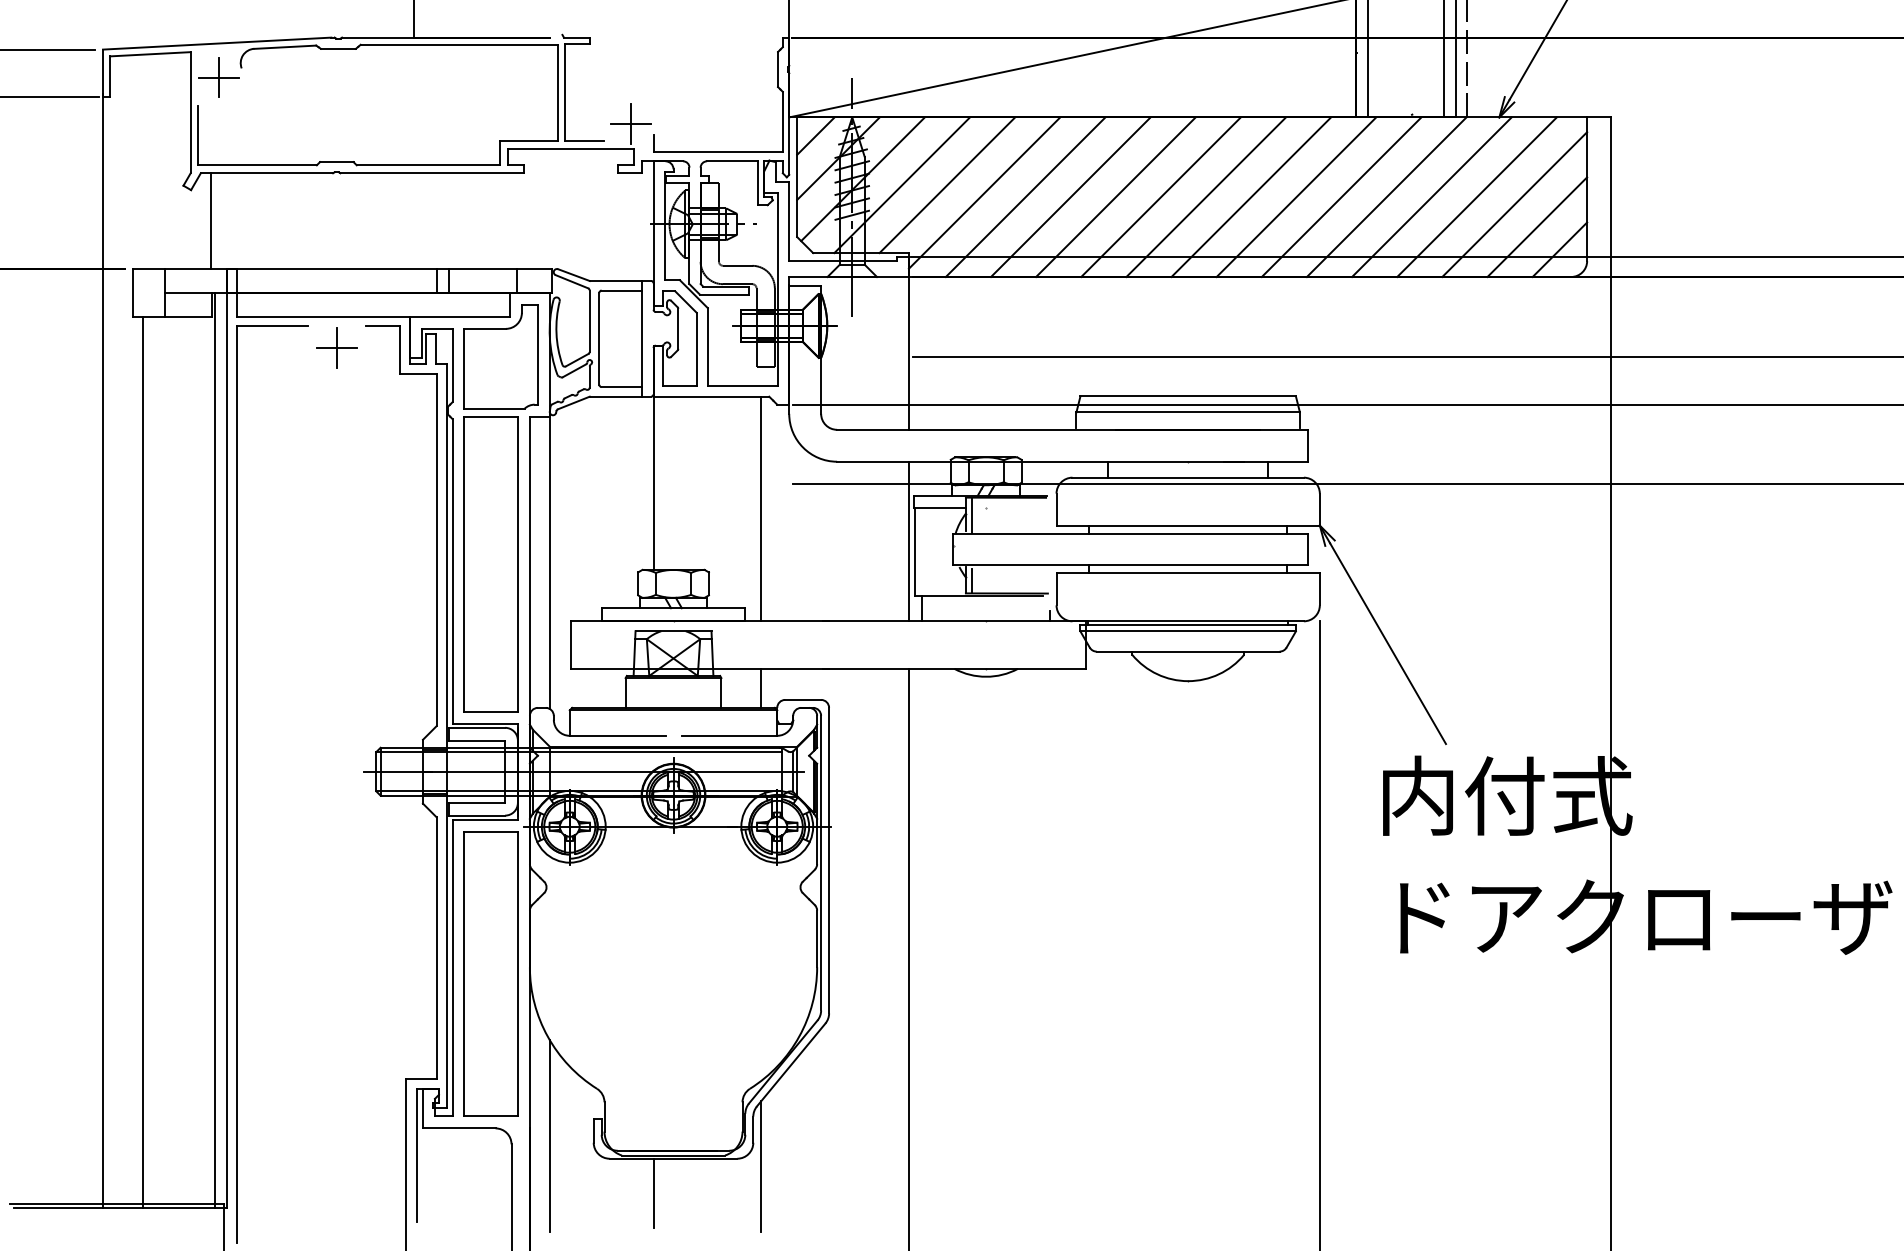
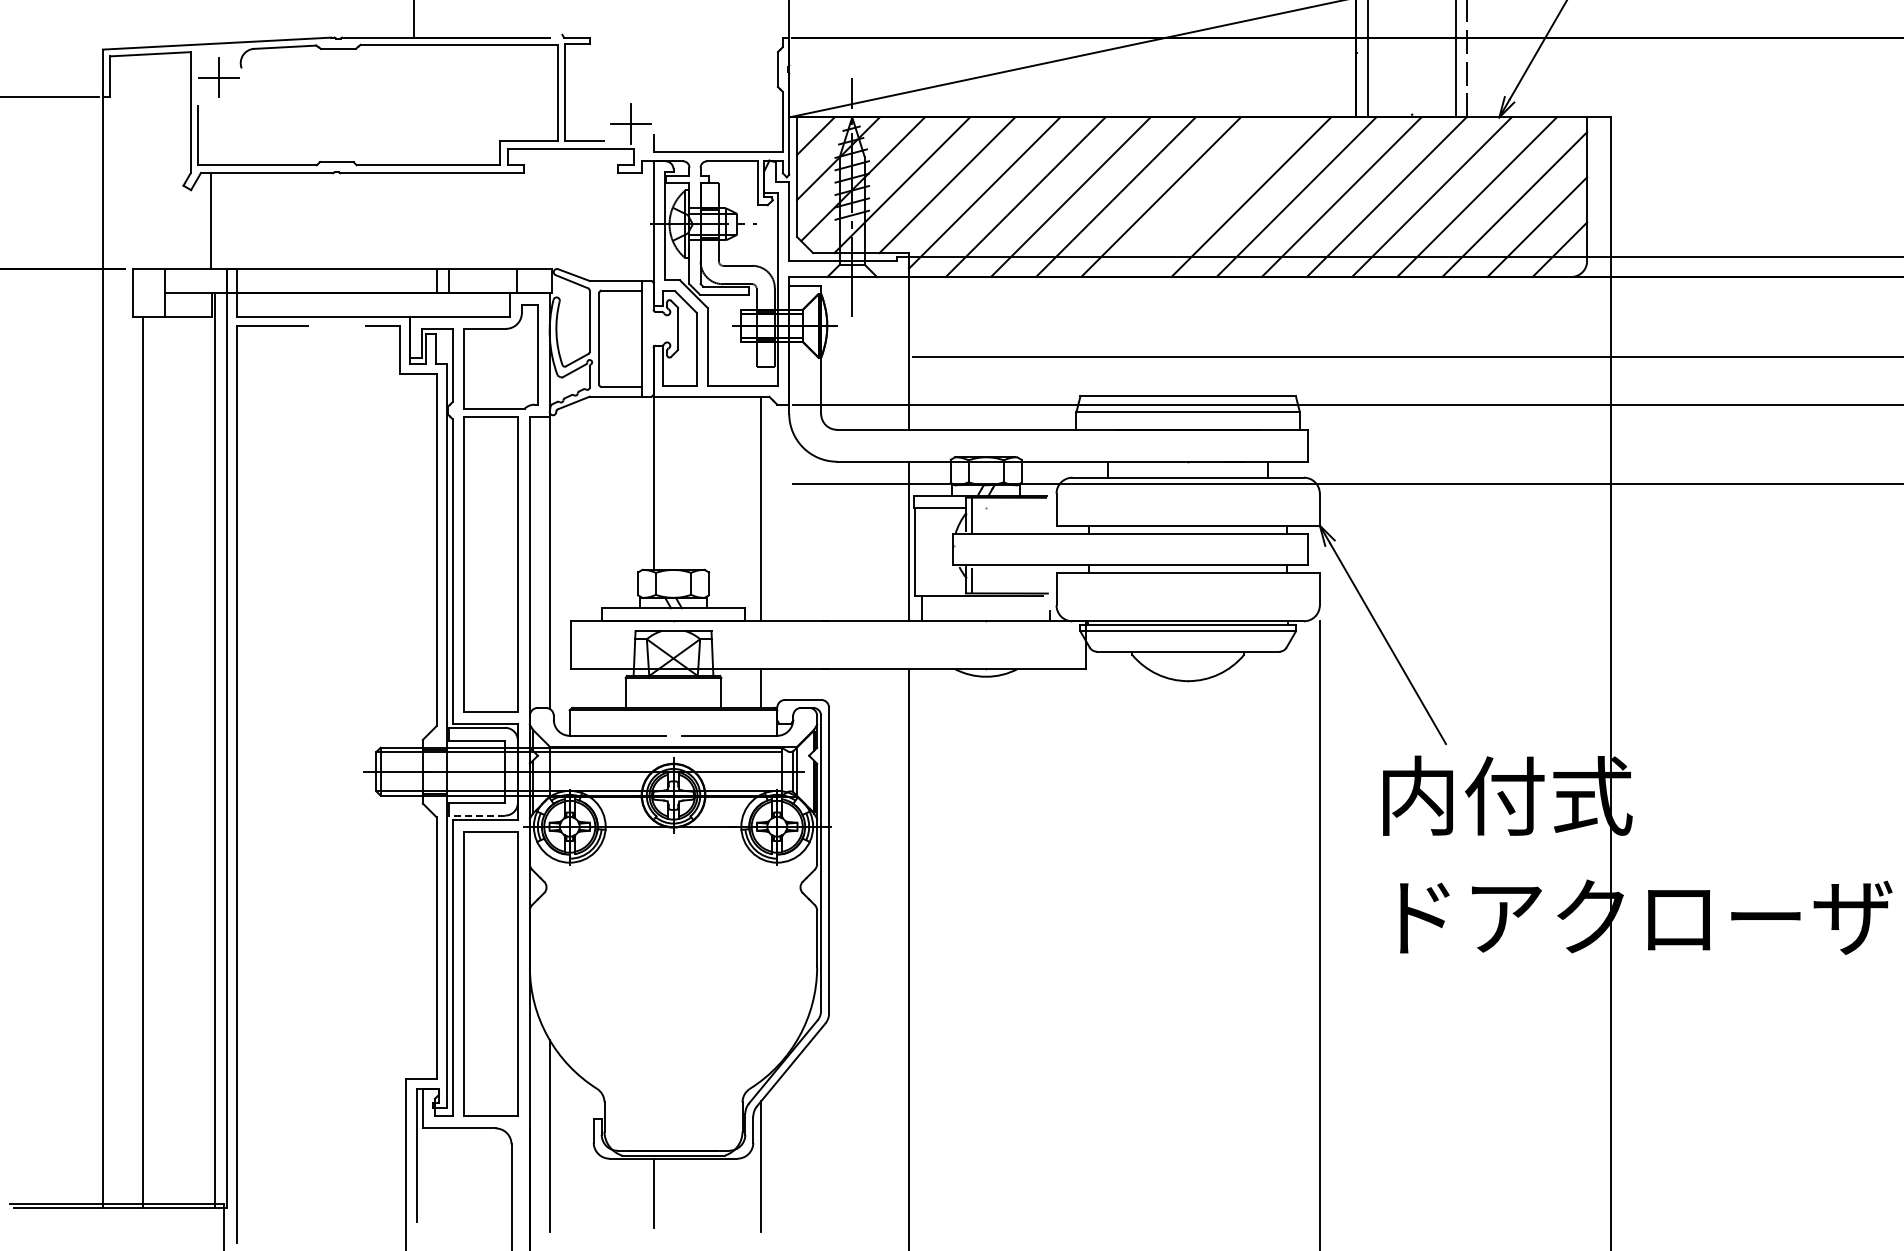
line at (48, 49): present -> none
line at (1443, 59): present -> none
line at (1206, 197): present -> none
part at (336, 347): present -> none
line at (476, 815): solid -> dashed
